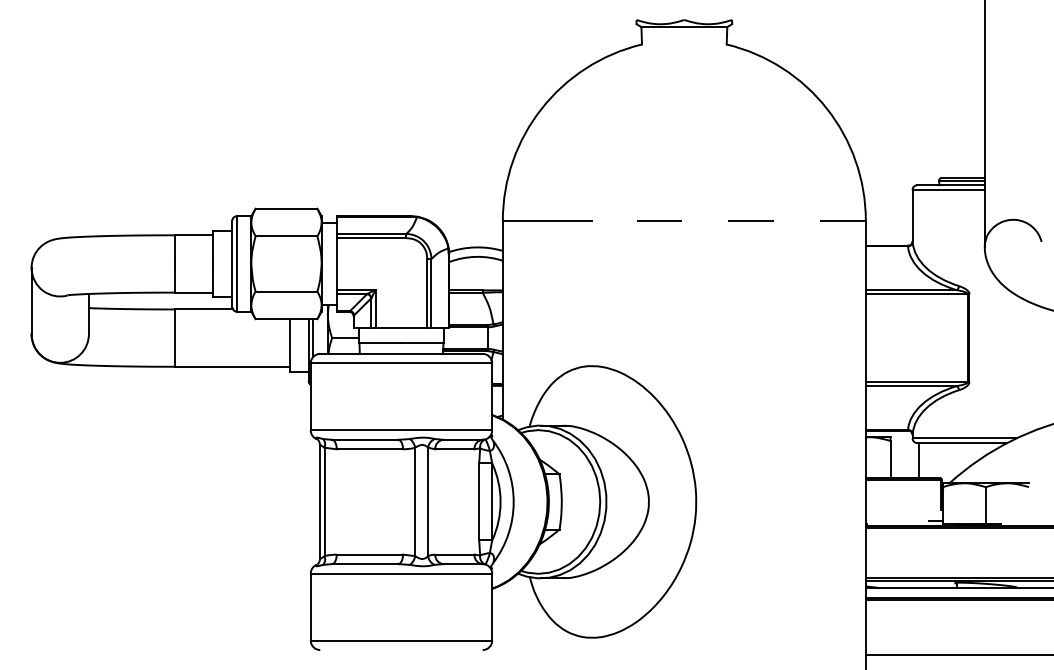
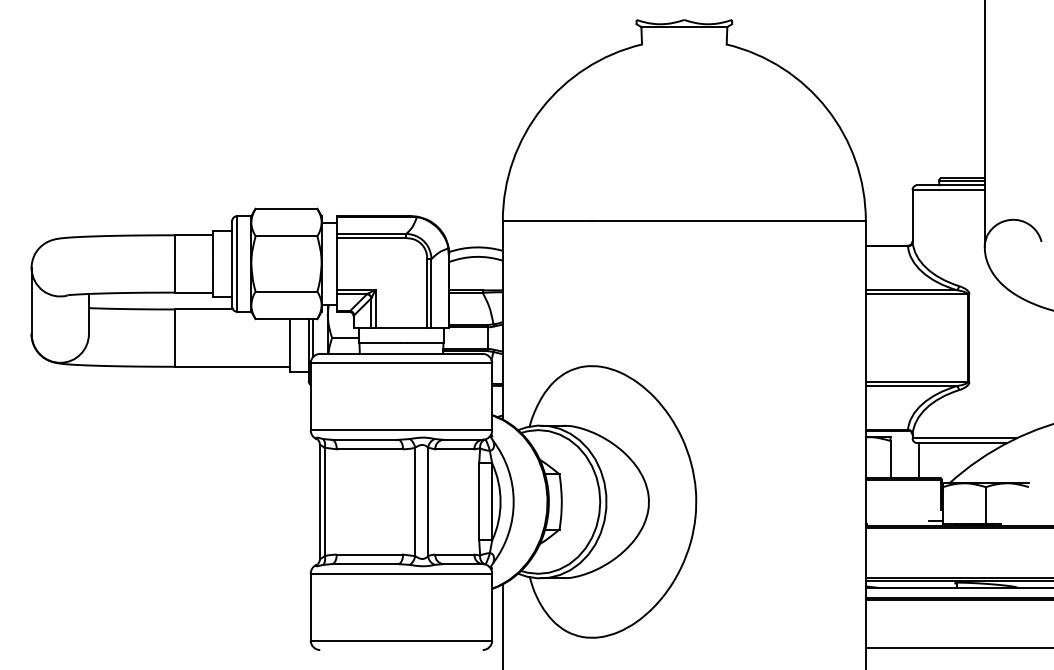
line at (728, 221): dashed -> solid
line at (502, 625): none -> present
line at (957, 655) position: (957, 655) -> (957, 648)
